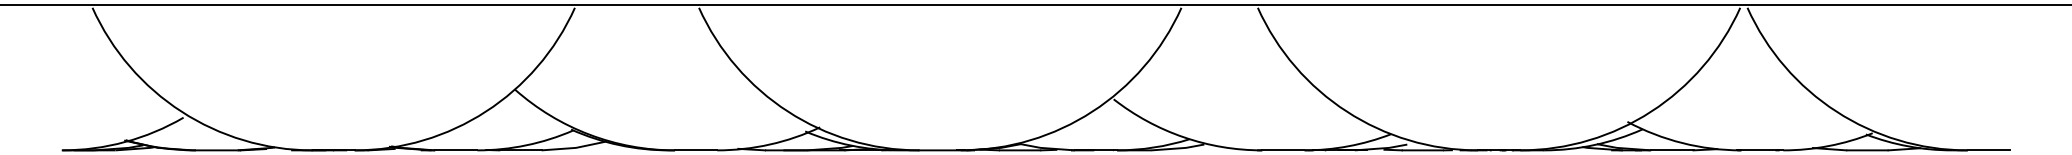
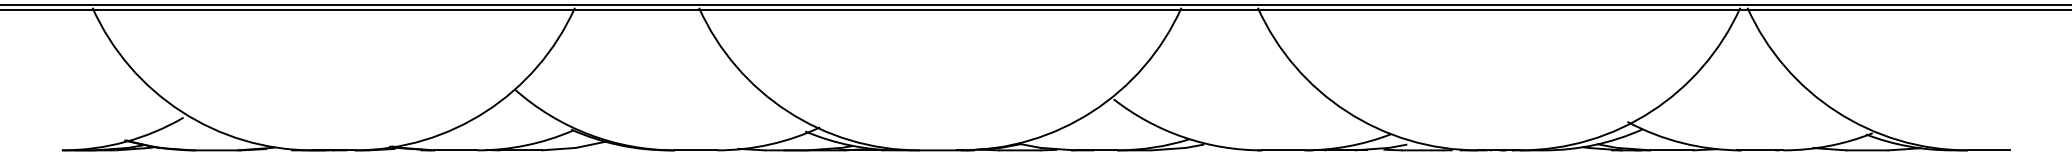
line at (1035, 10): none -> present
